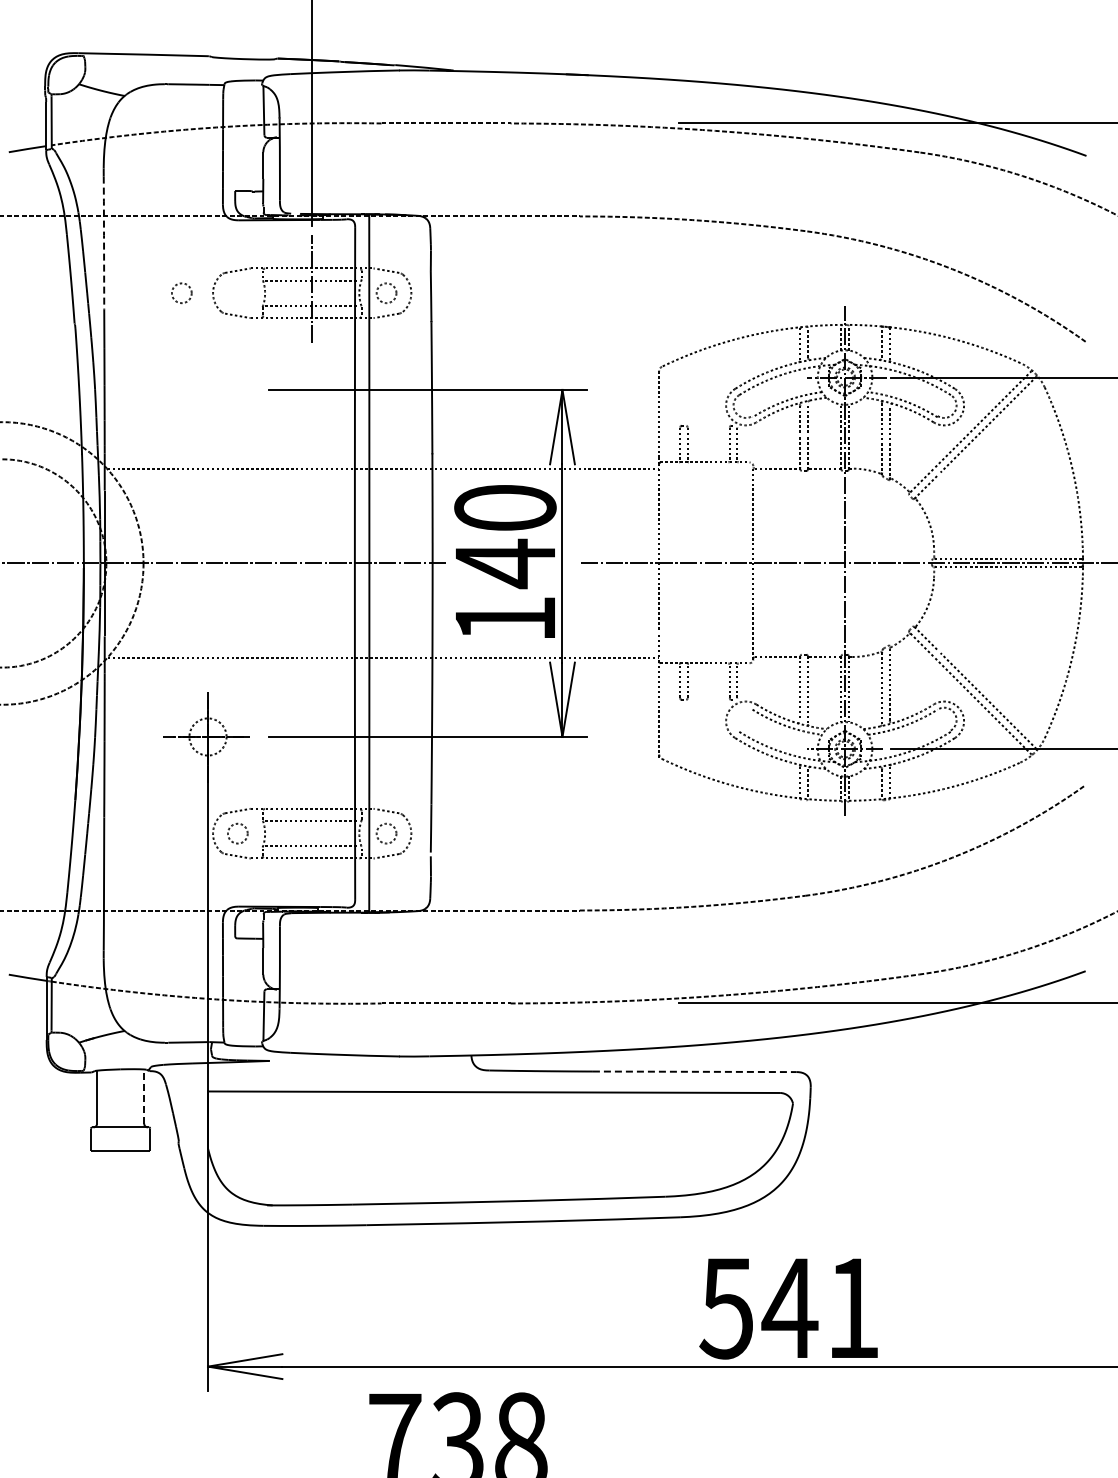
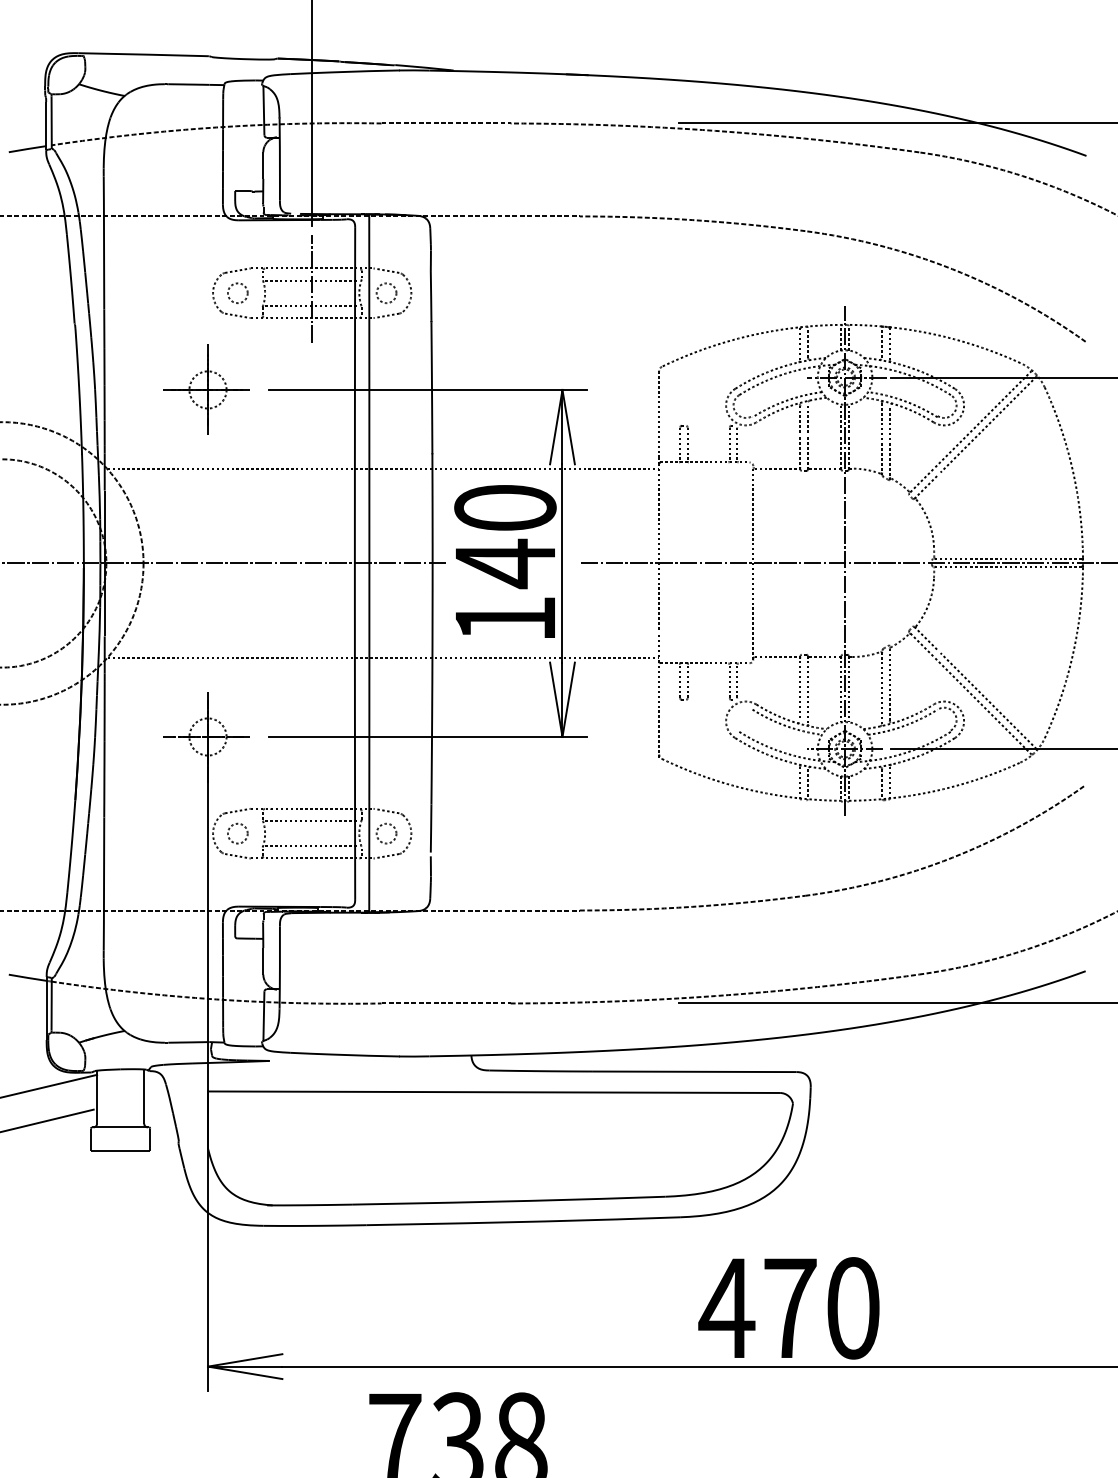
line at (104, 241): dashed -> solid
circle at (181, 293) position: (181, 293) -> (237, 293)
part at (206, 389): none -> present
line at (694, 1071): dashed -> solid
line at (49, 1085): none -> present
line at (144, 1096): dashed -> solid
line at (47, 1120): none -> present
text at (788, 1308): 541 -> 470
